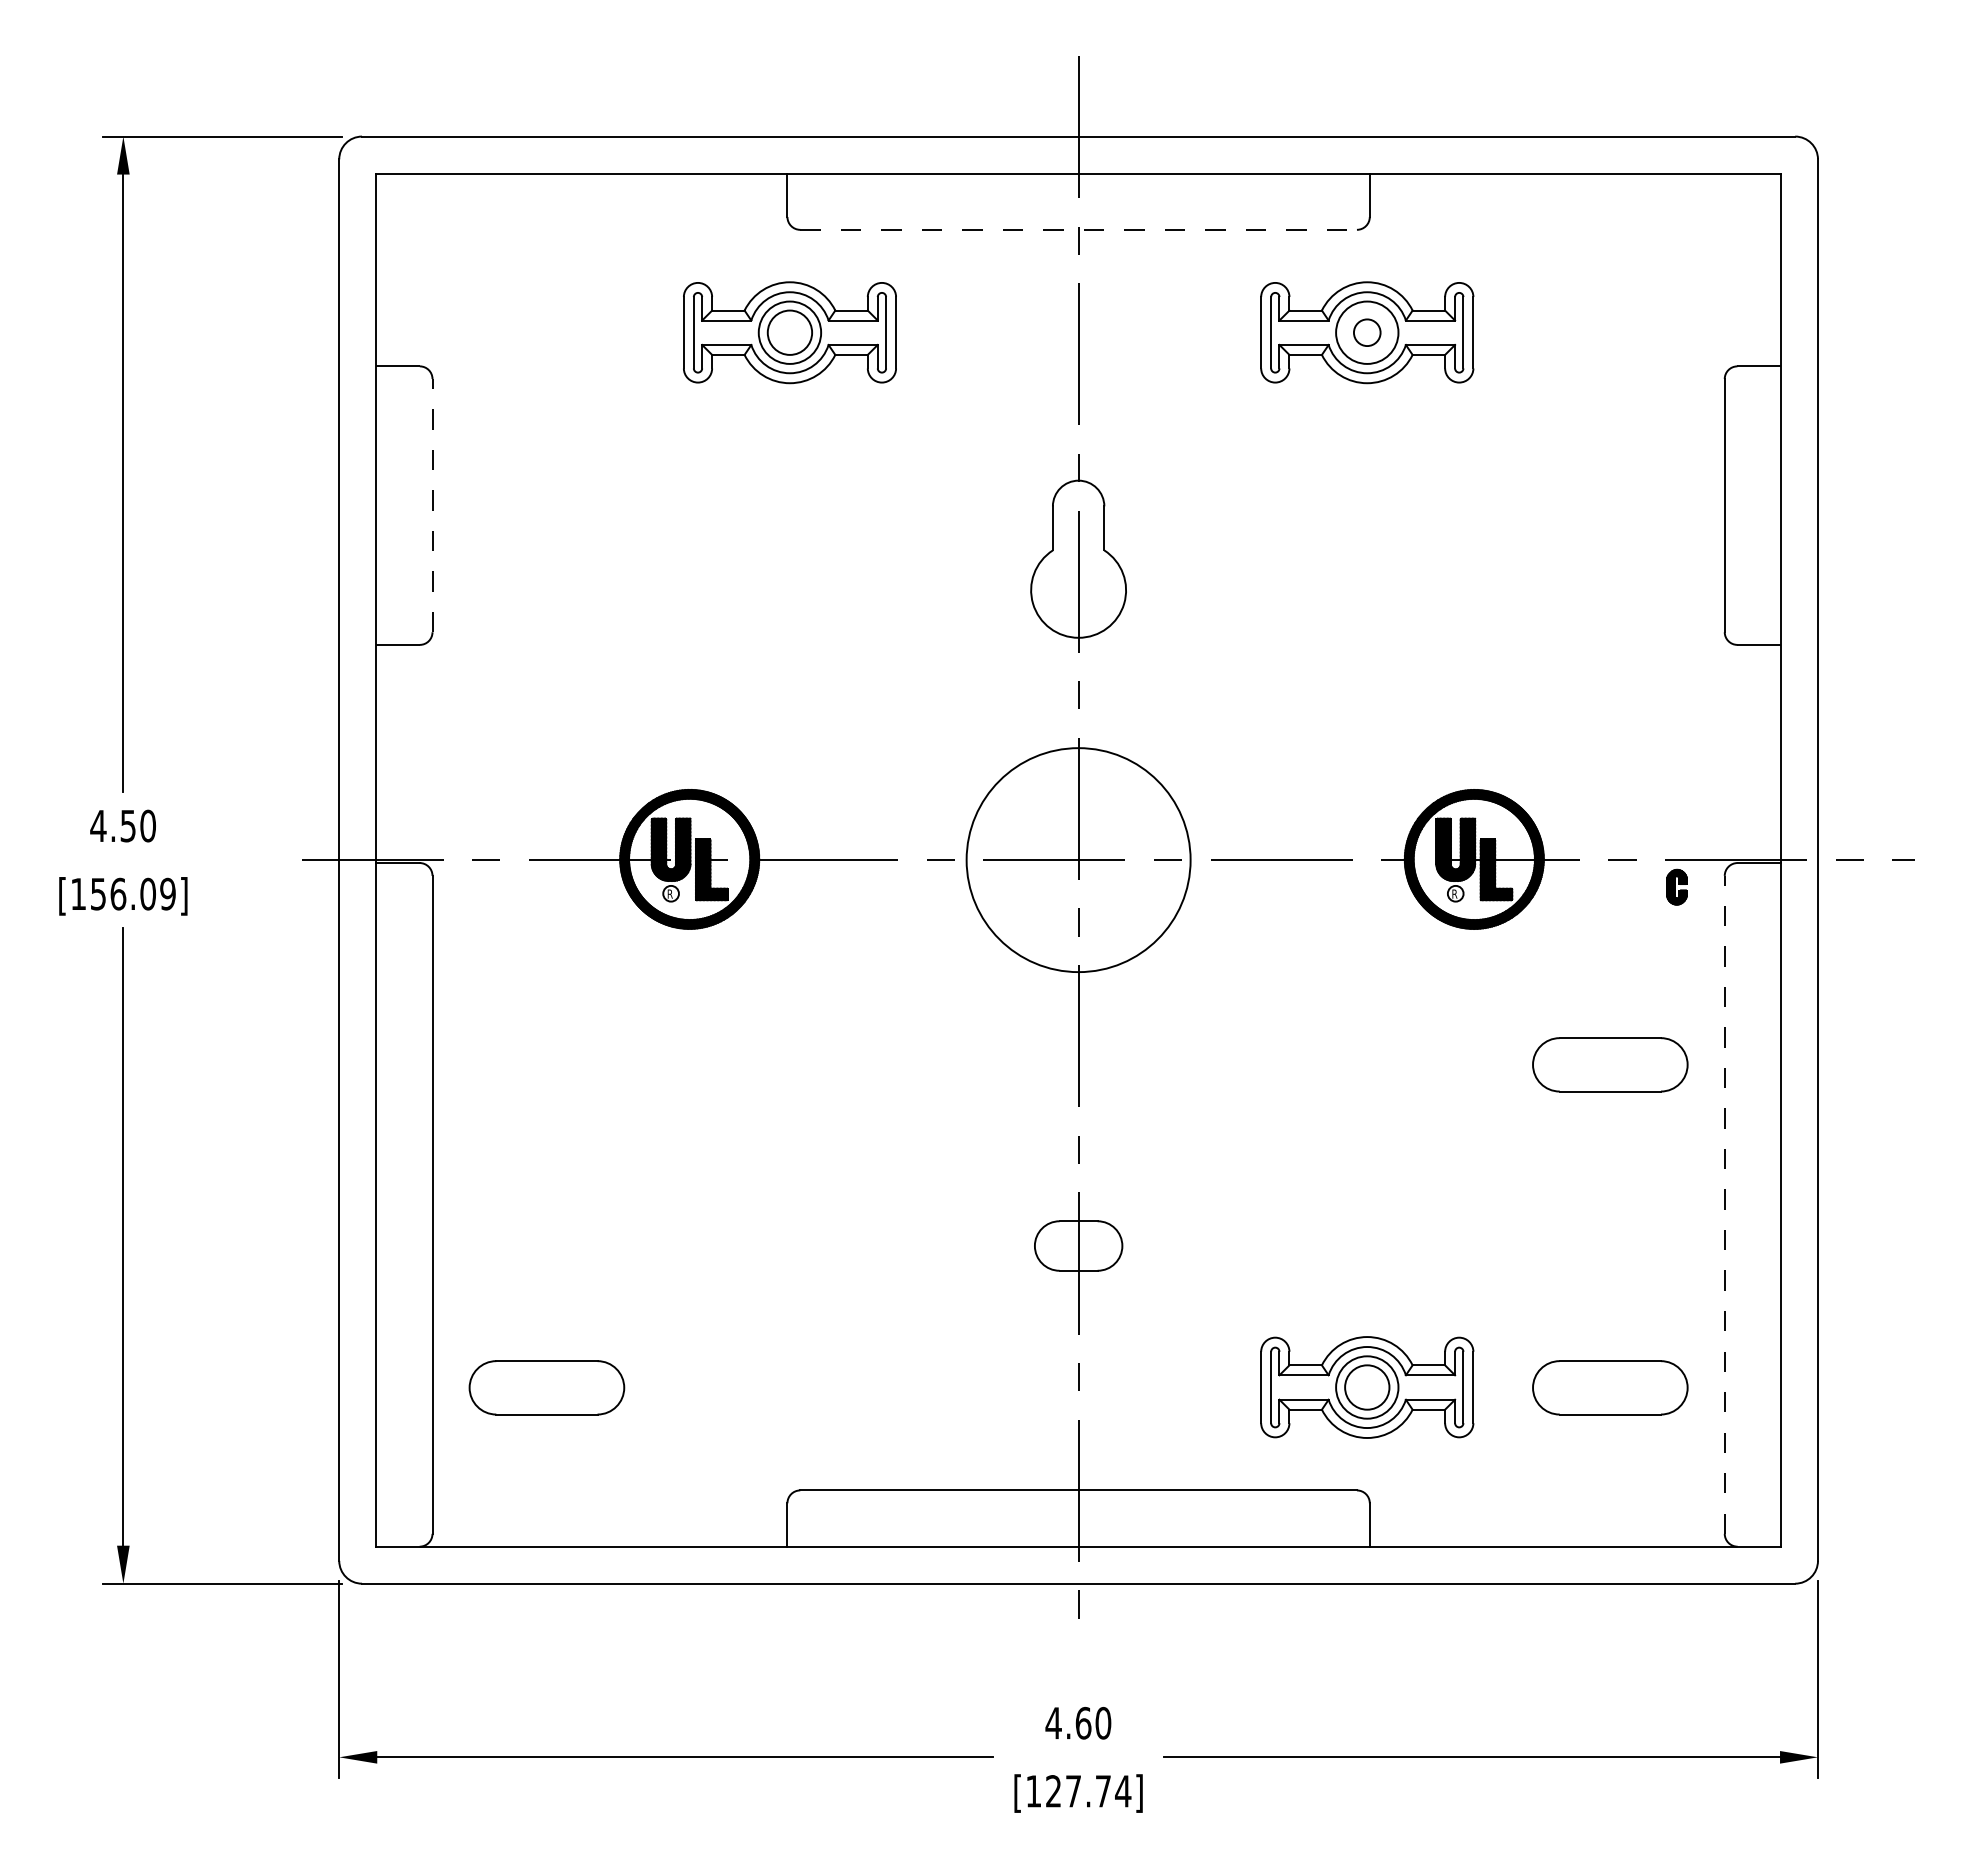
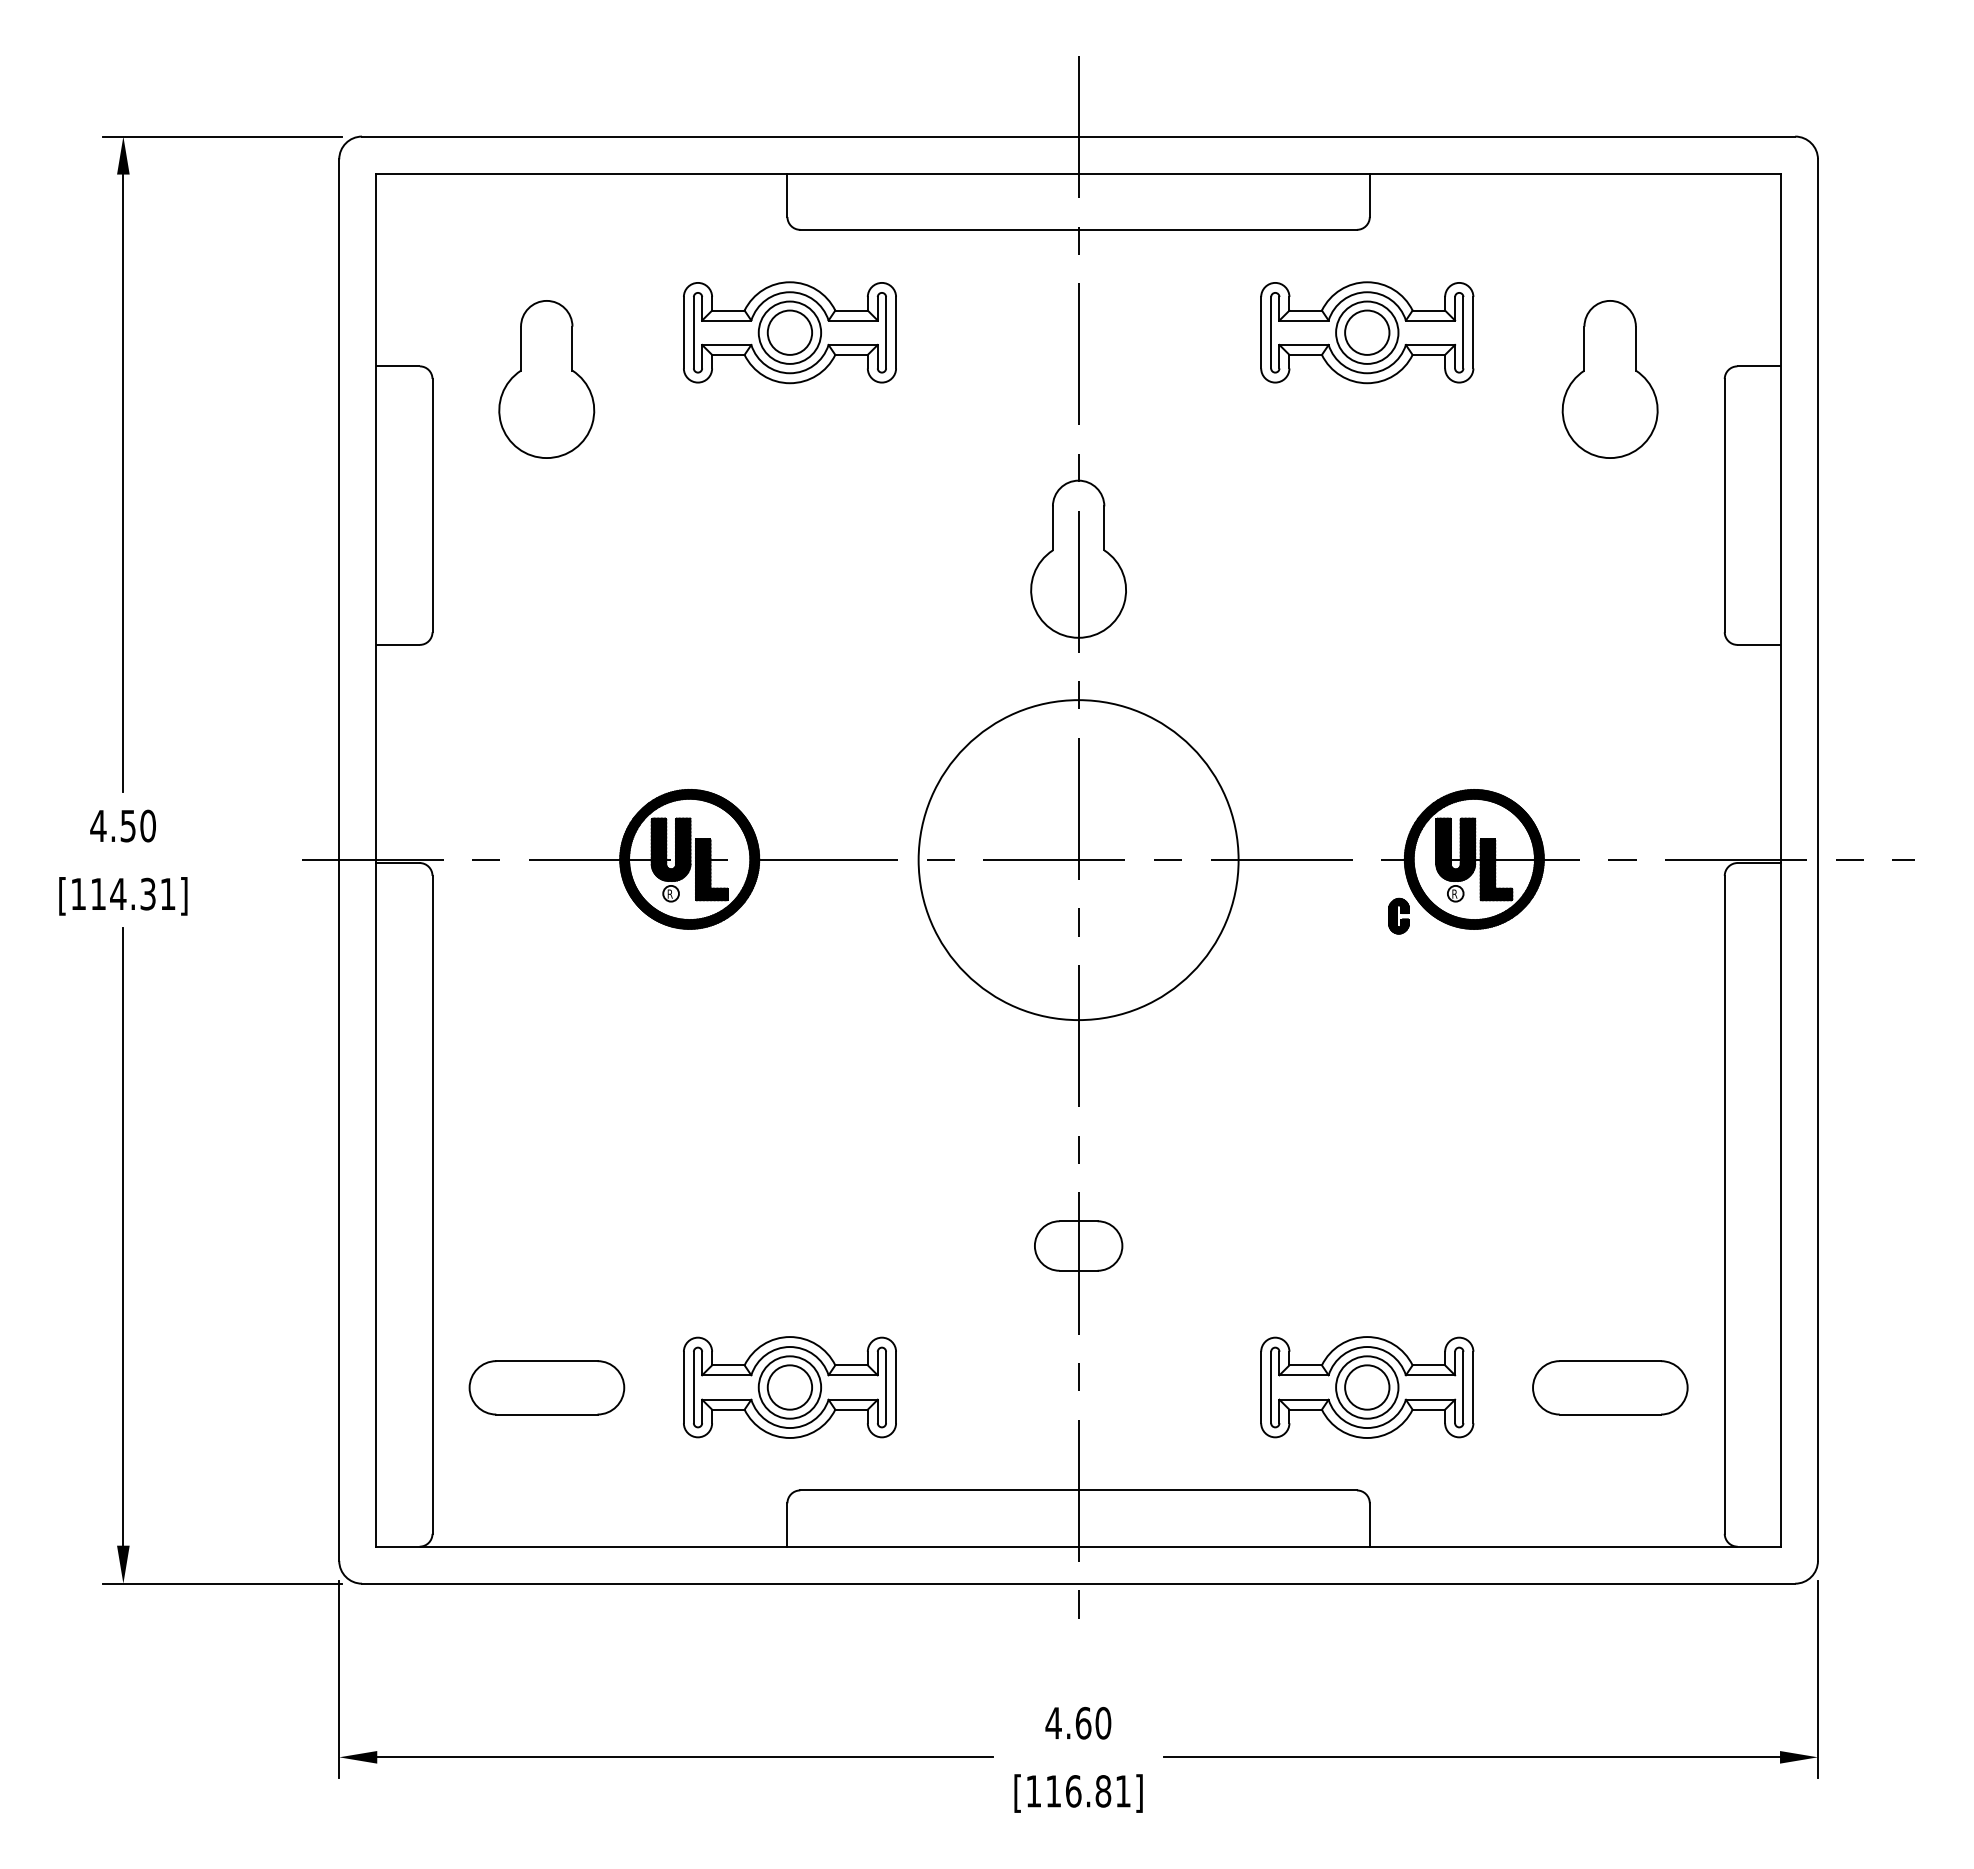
line at (1079, 229): dashed -> solid
circle at (1366, 332) diameter: 27 px -> 44 px
part at (546, 379): none -> present
part at (1609, 379): none -> present
line at (432, 505): dashed -> solid
circle at (1078, 860) diameter: 224 px -> 320 px
part at (1676, 886) position: (1676, 886) -> (1398, 915)
text at (133, 893): [156.09] -> [114.31]
part at (1610, 1064): present -> none
line at (1724, 1204): dashed -> solid
part at (789, 1387): none -> present
text at (1088, 1791): [127.74] -> [116.81]
